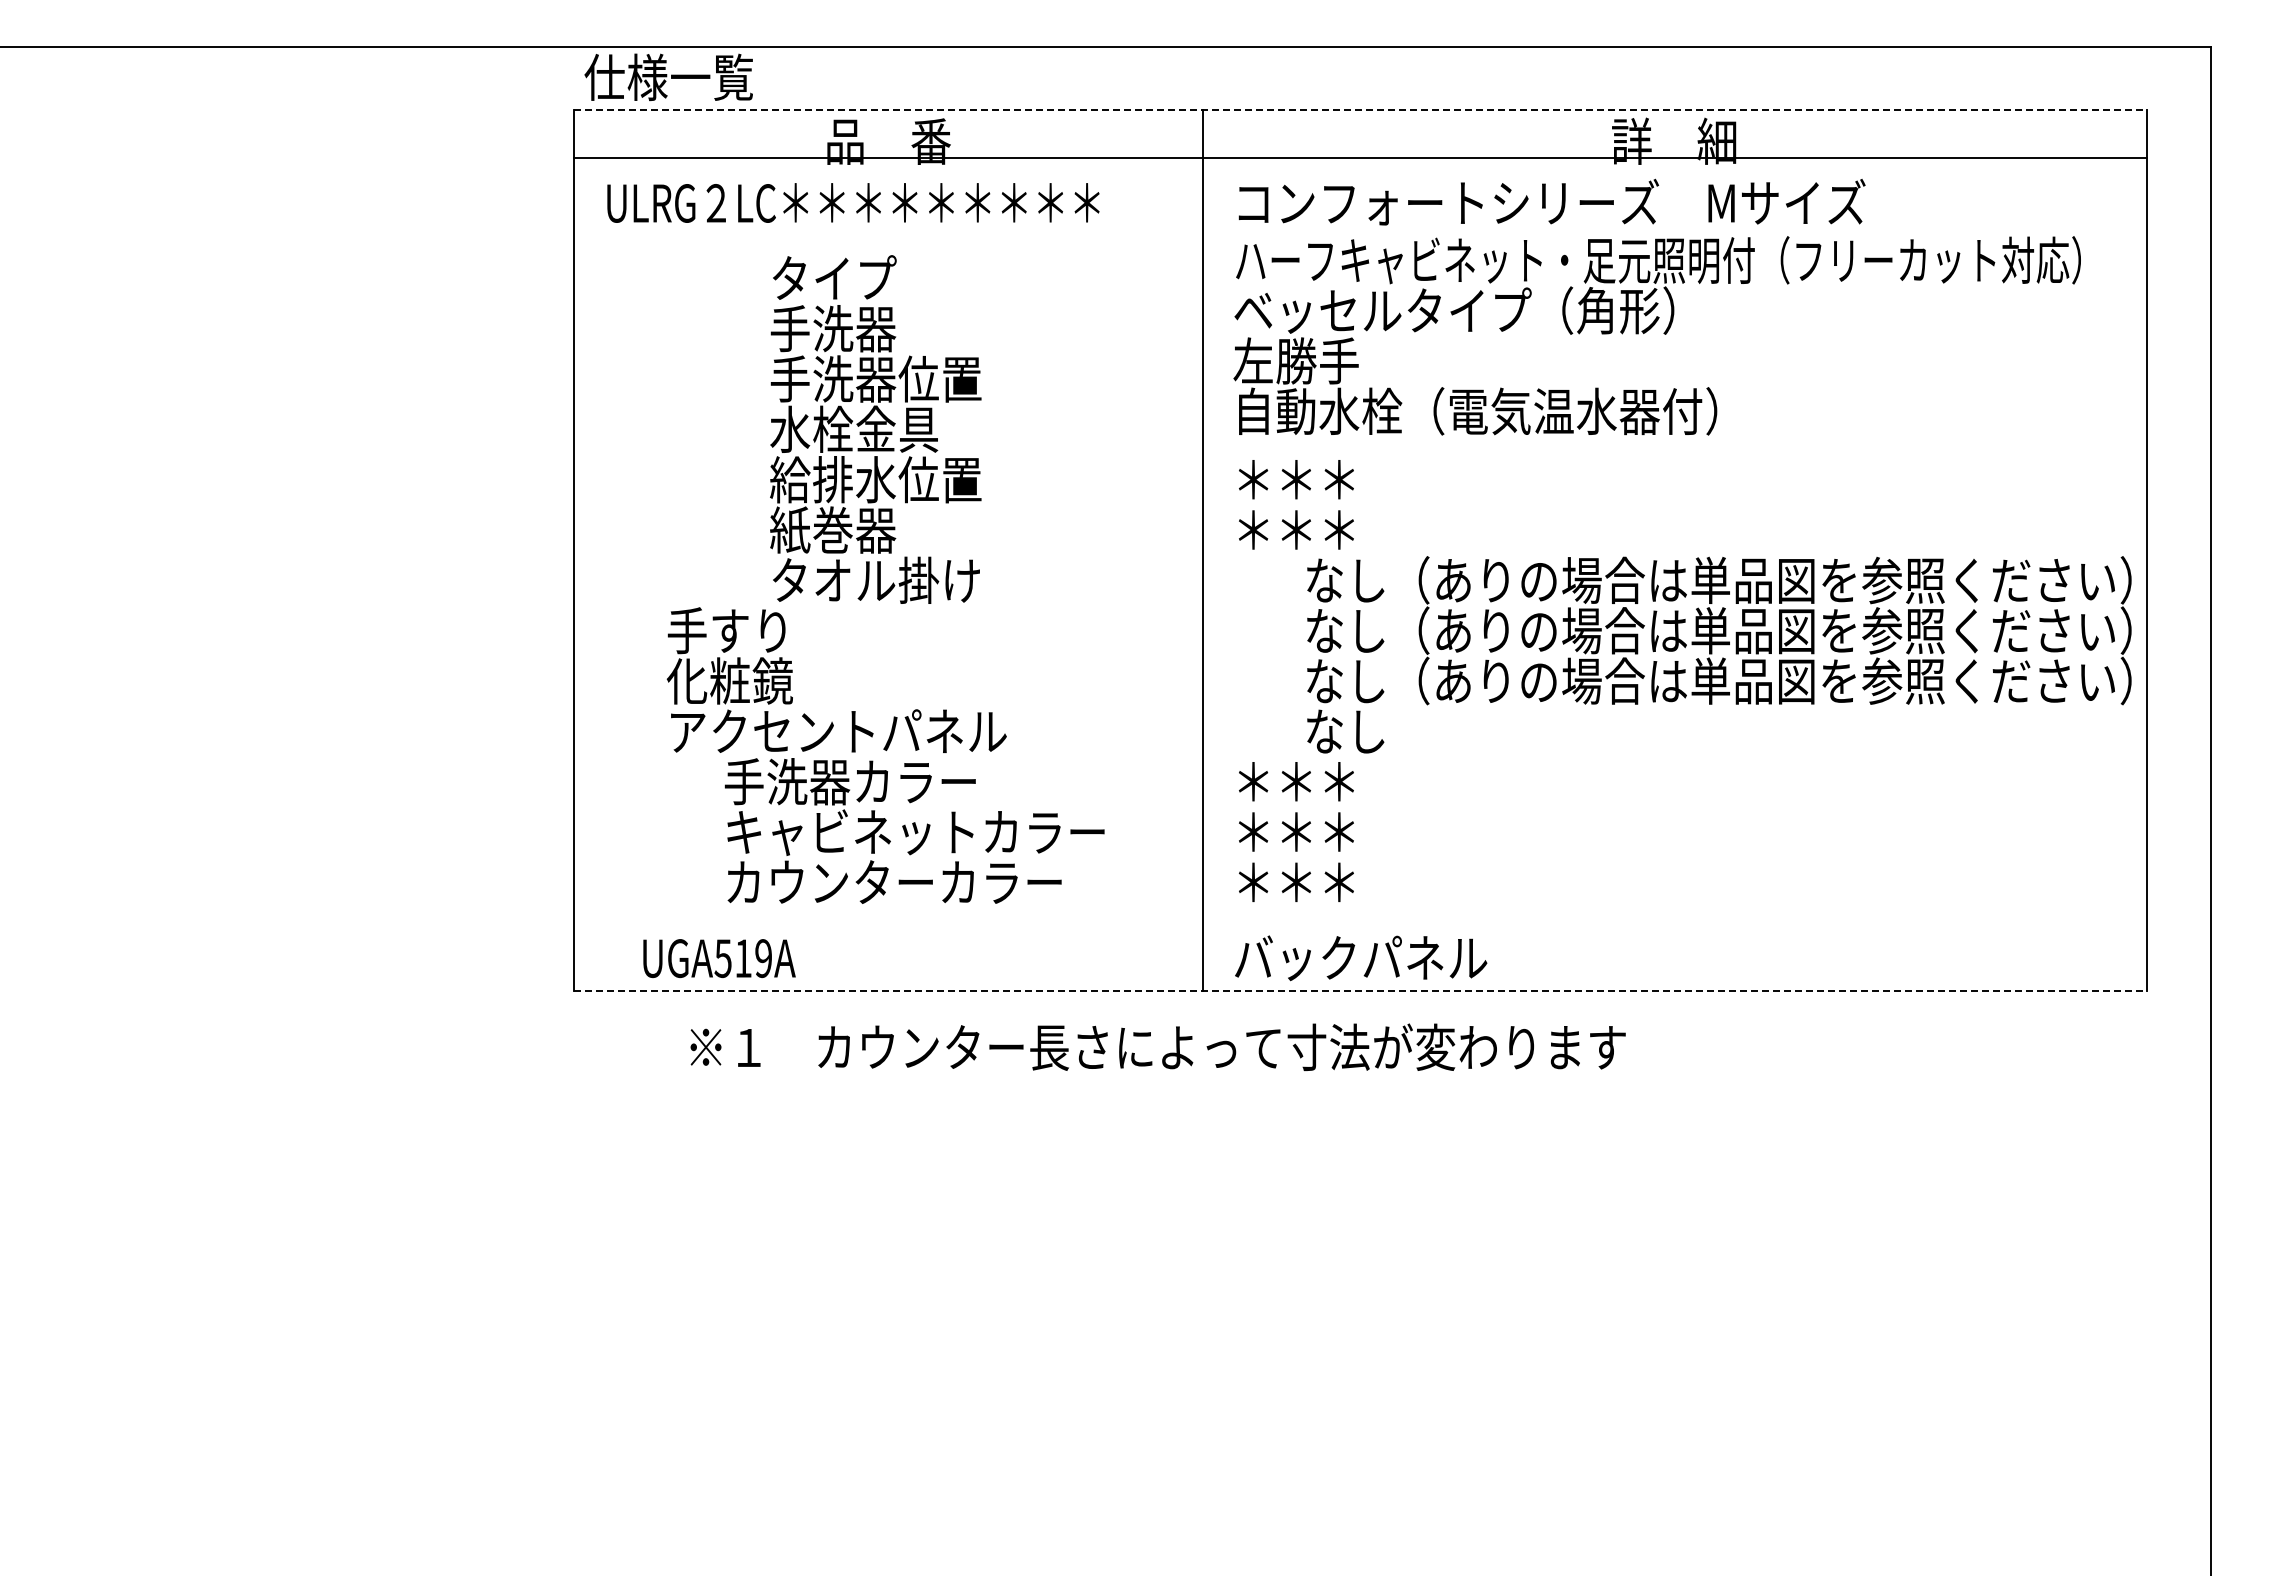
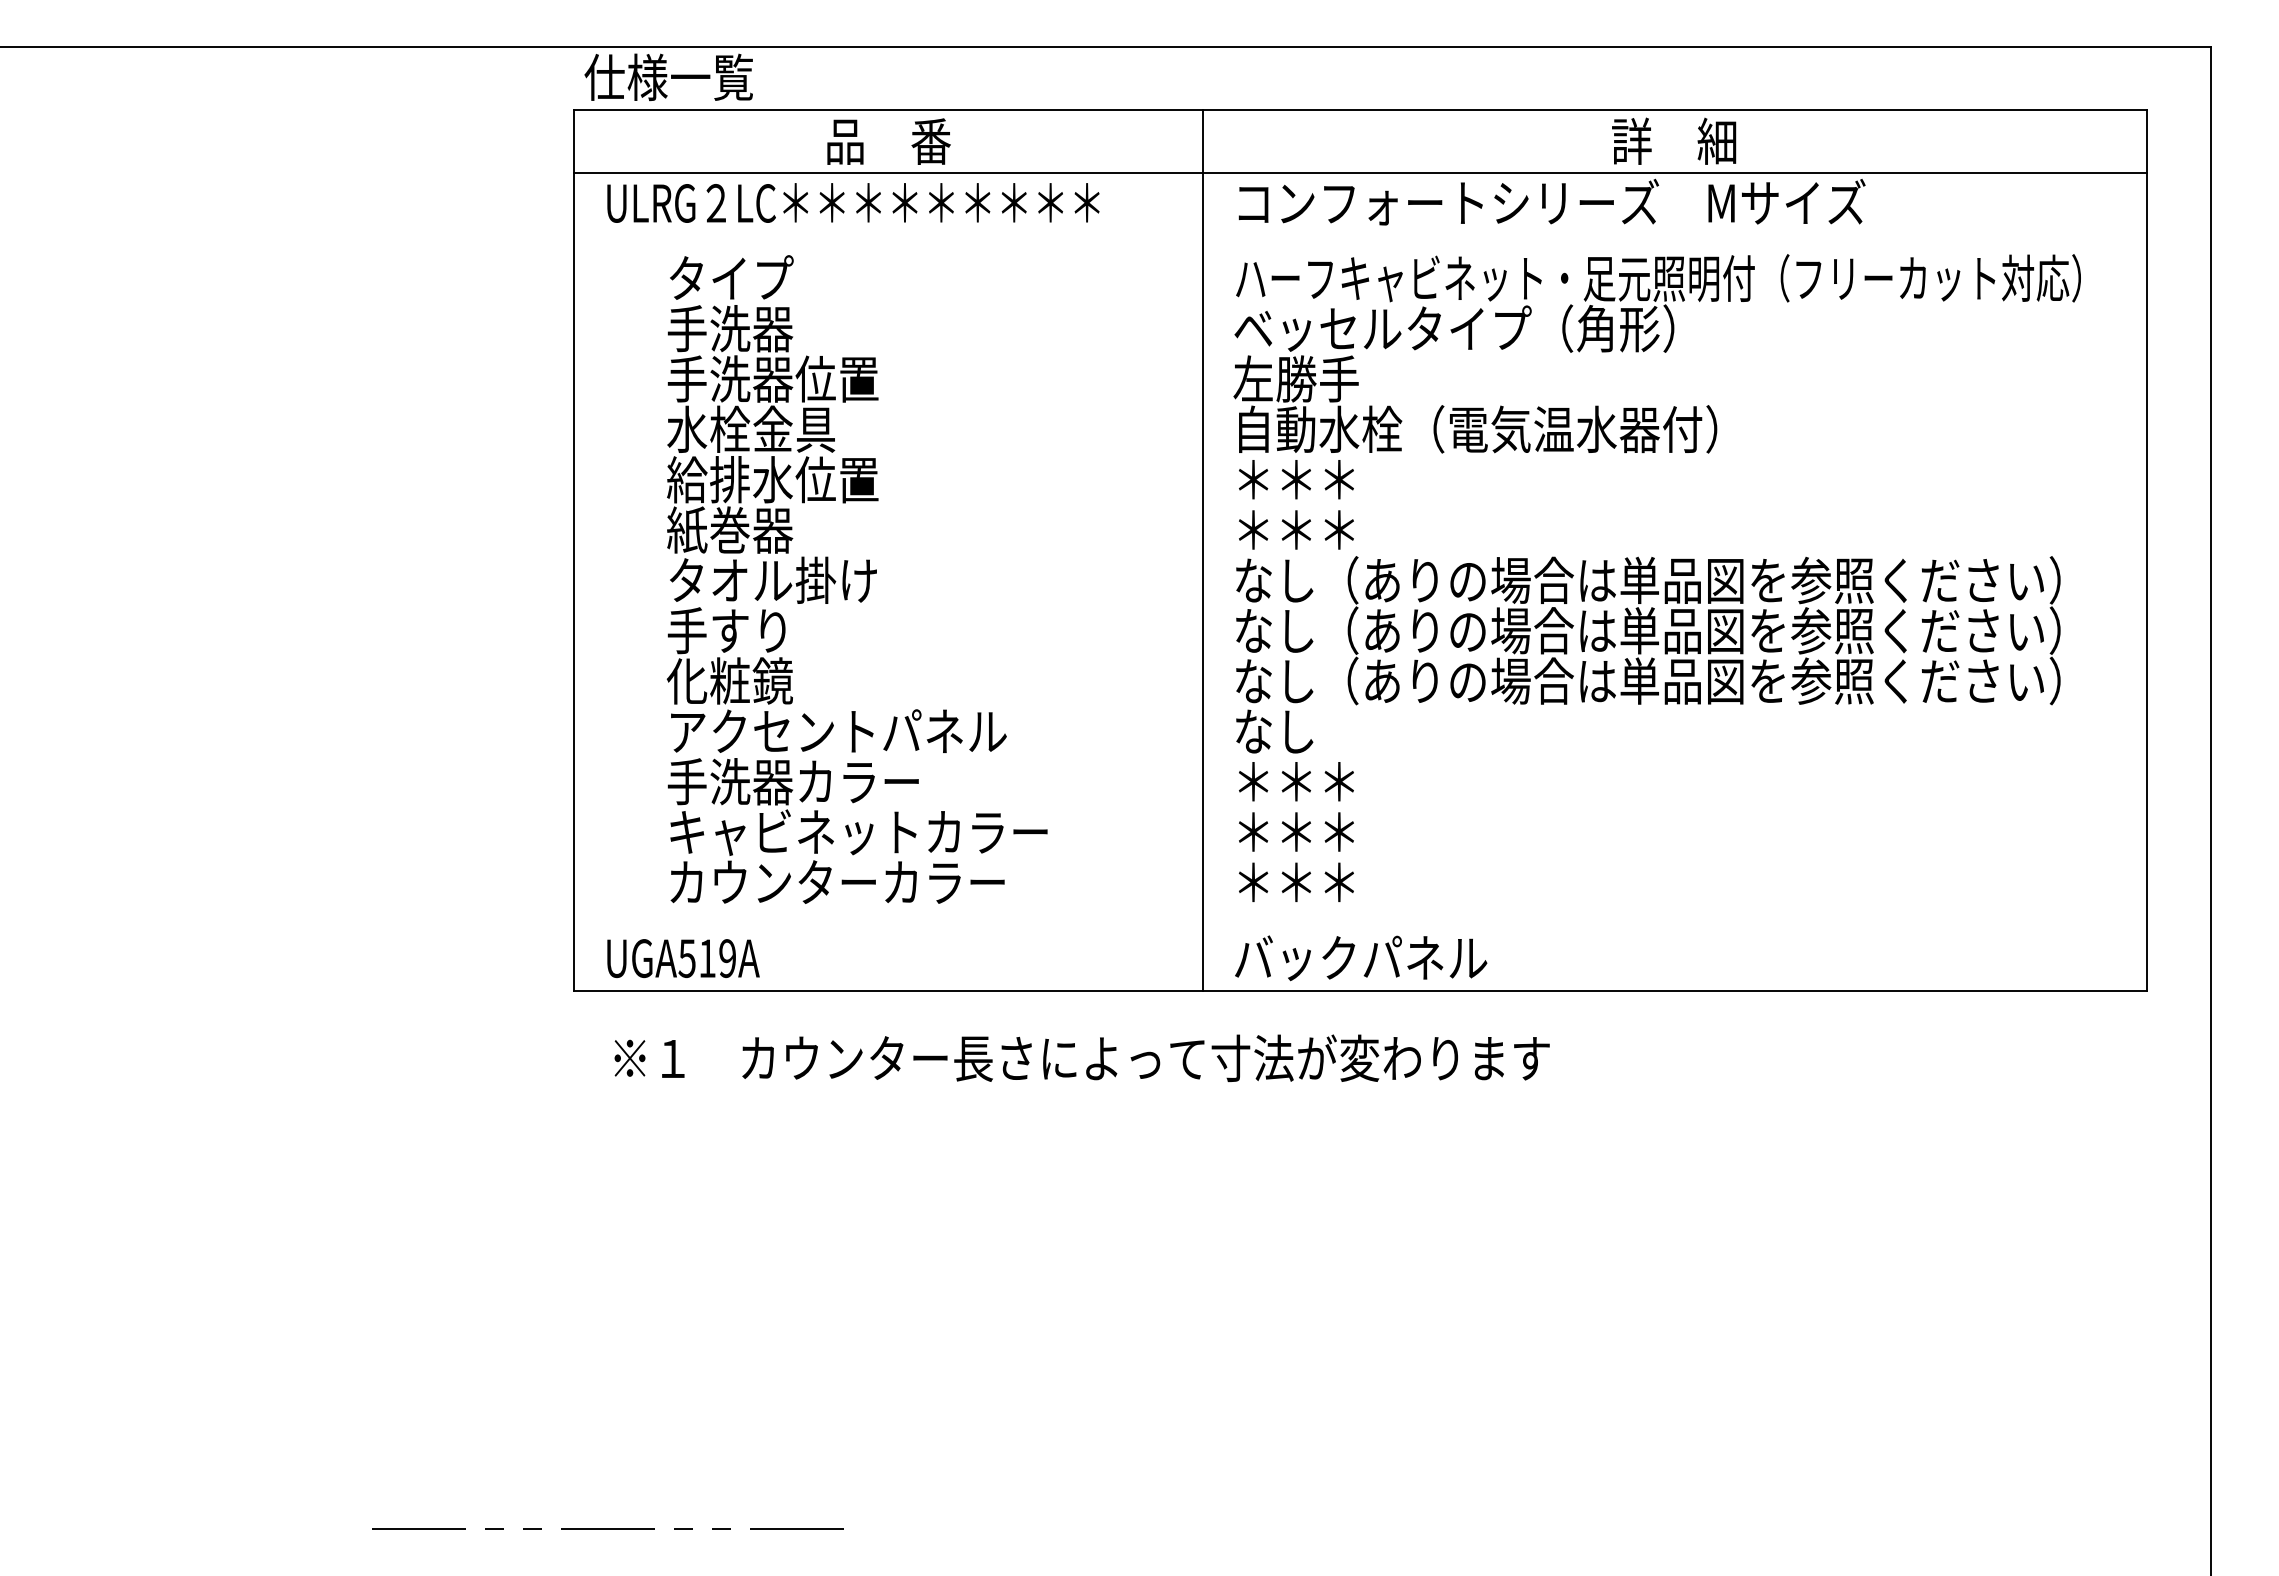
line at (1360, 110): dashed -> solid
line at (1359, 158) position: (1359, 158) -> (1359, 173)
text at (1656, 335) position: (1656, 335) -> (1656, 353)
text at (875, 429) position: (875, 429) -> (772, 429)
text at (1719, 654) position: (1719, 654) -> (1648, 654)
text at (914, 830) position: (914, 830) -> (857, 830)
text at (719, 958) position: (719, 958) -> (683, 958)
line at (1360, 991): dashed -> solid
text at (1157, 1046) position: (1157, 1046) -> (1081, 1057)
line at (607, 1528): none -> present
